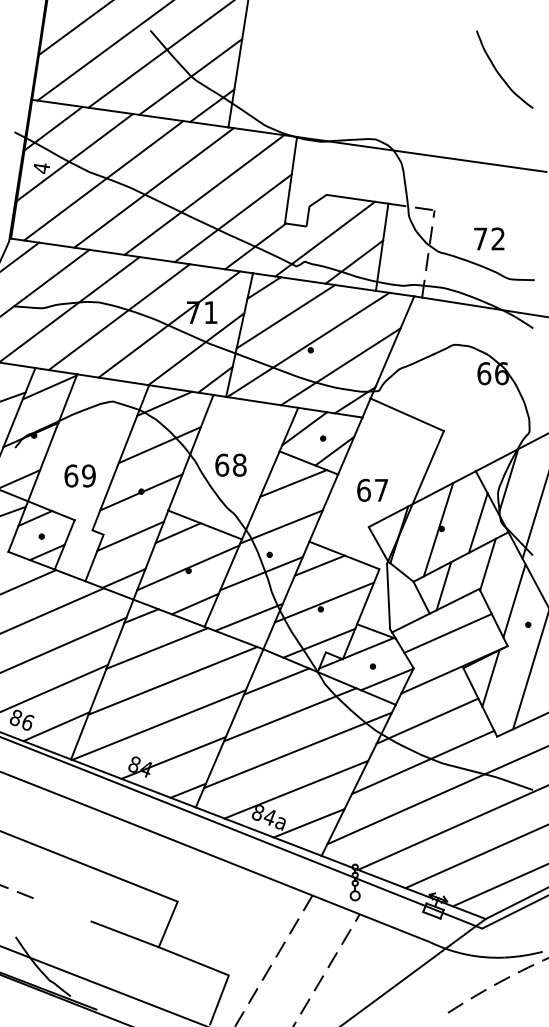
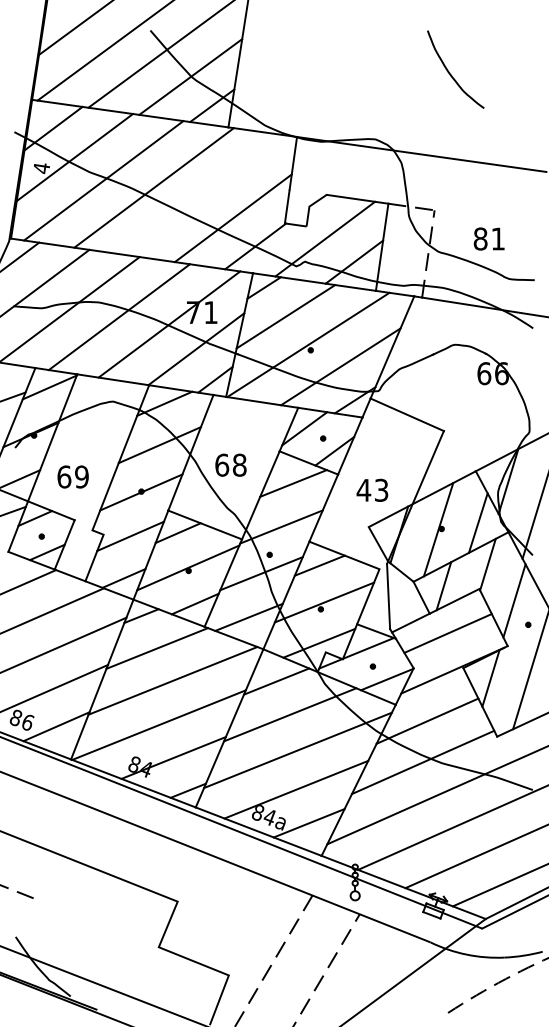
curve at (498, 71) position: (498, 71) -> (449, 71)
line at (204, 194): present -> none
text at (488, 238): 72 -> 81
text at (79, 475) position: (79, 475) -> (72, 476)
text at (372, 489): 67 -> 43
line at (124, 934): present -> none
